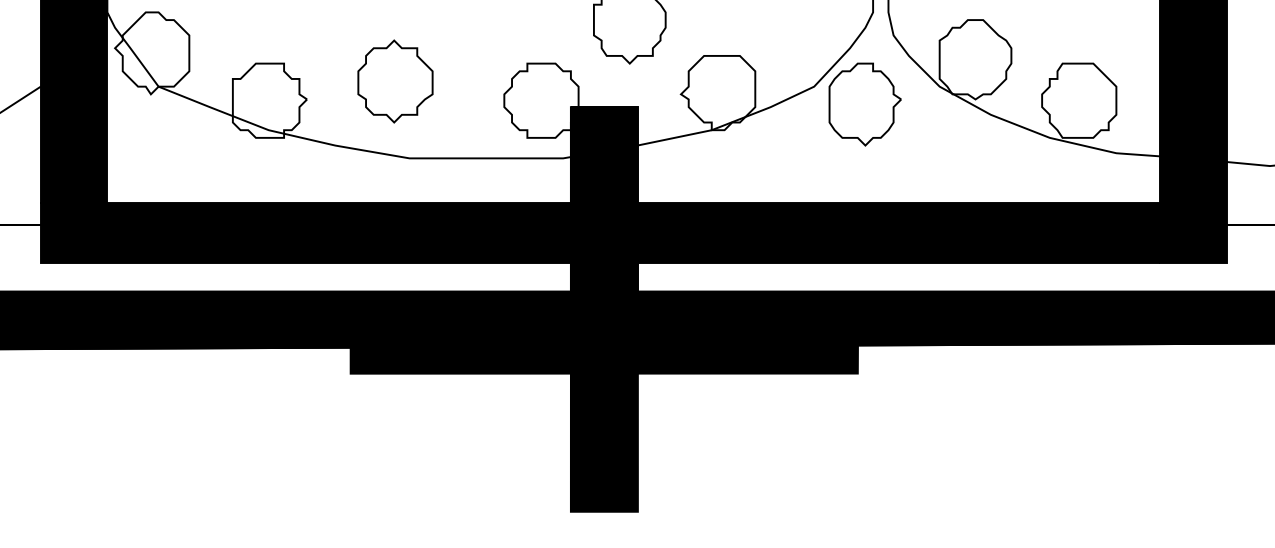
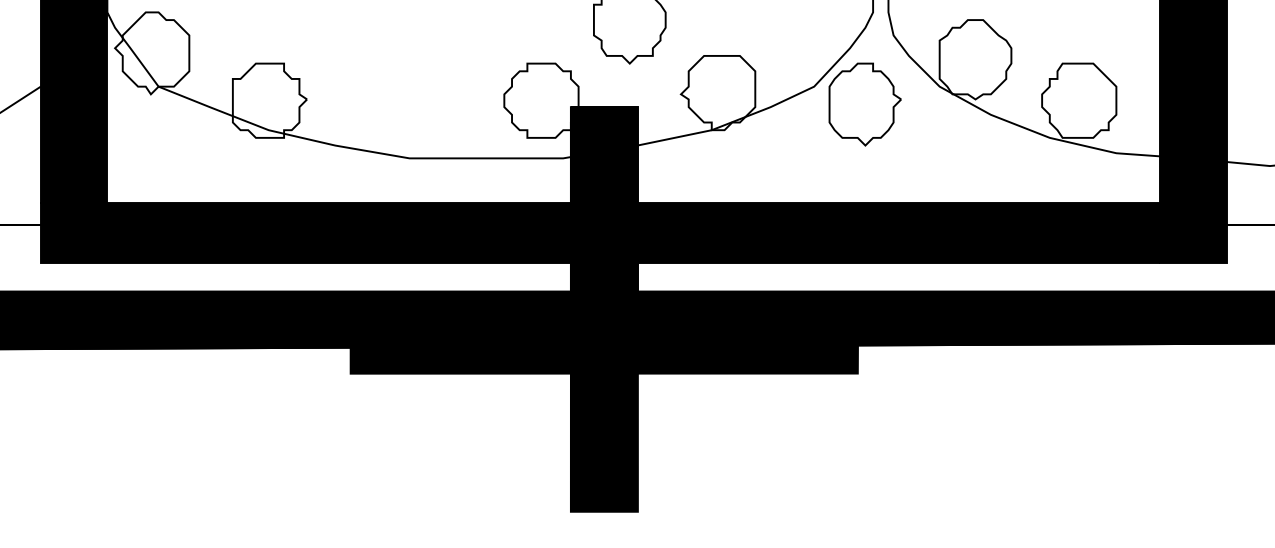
part at (395, 81): present -> none
